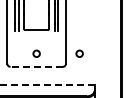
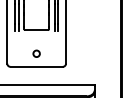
circle at (79, 53): present -> none
line at (36, 66): dashed -> solid
line at (47, 84): dashed -> solid
